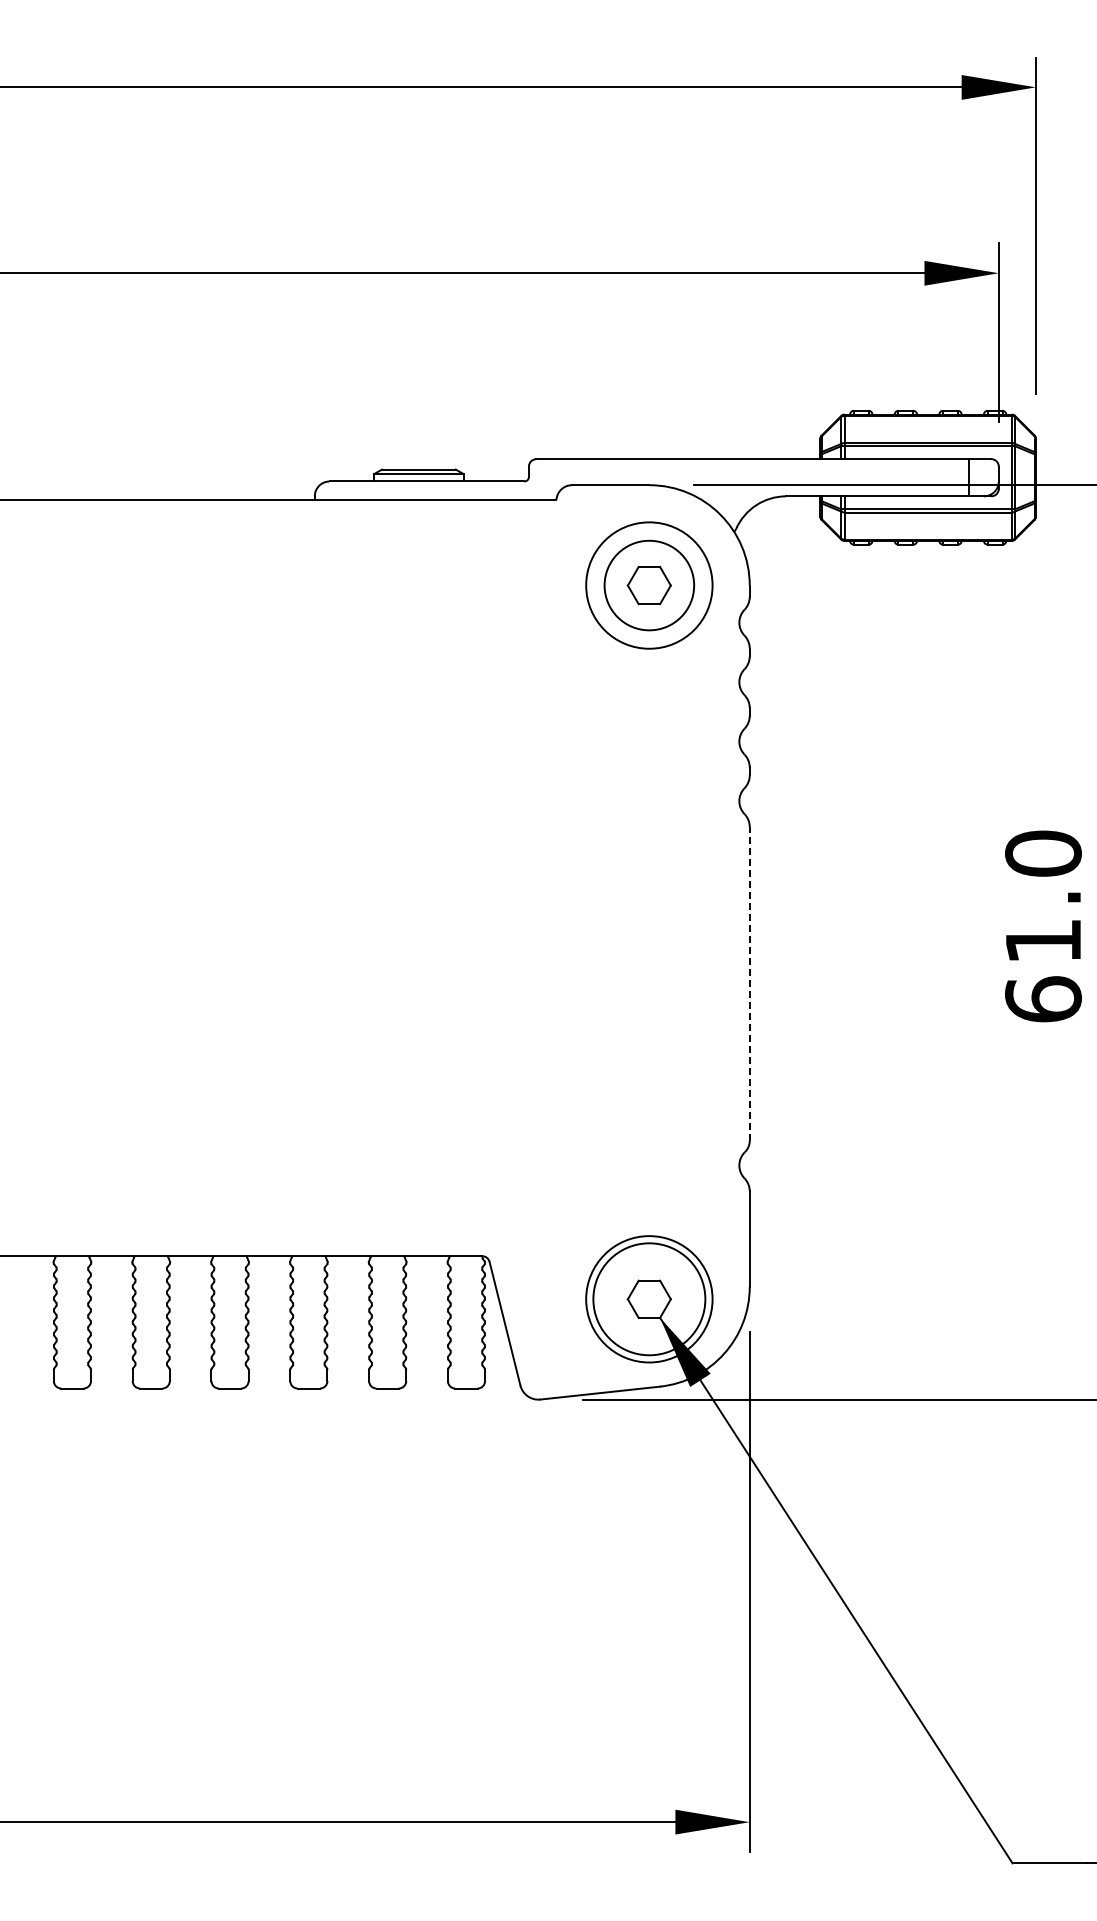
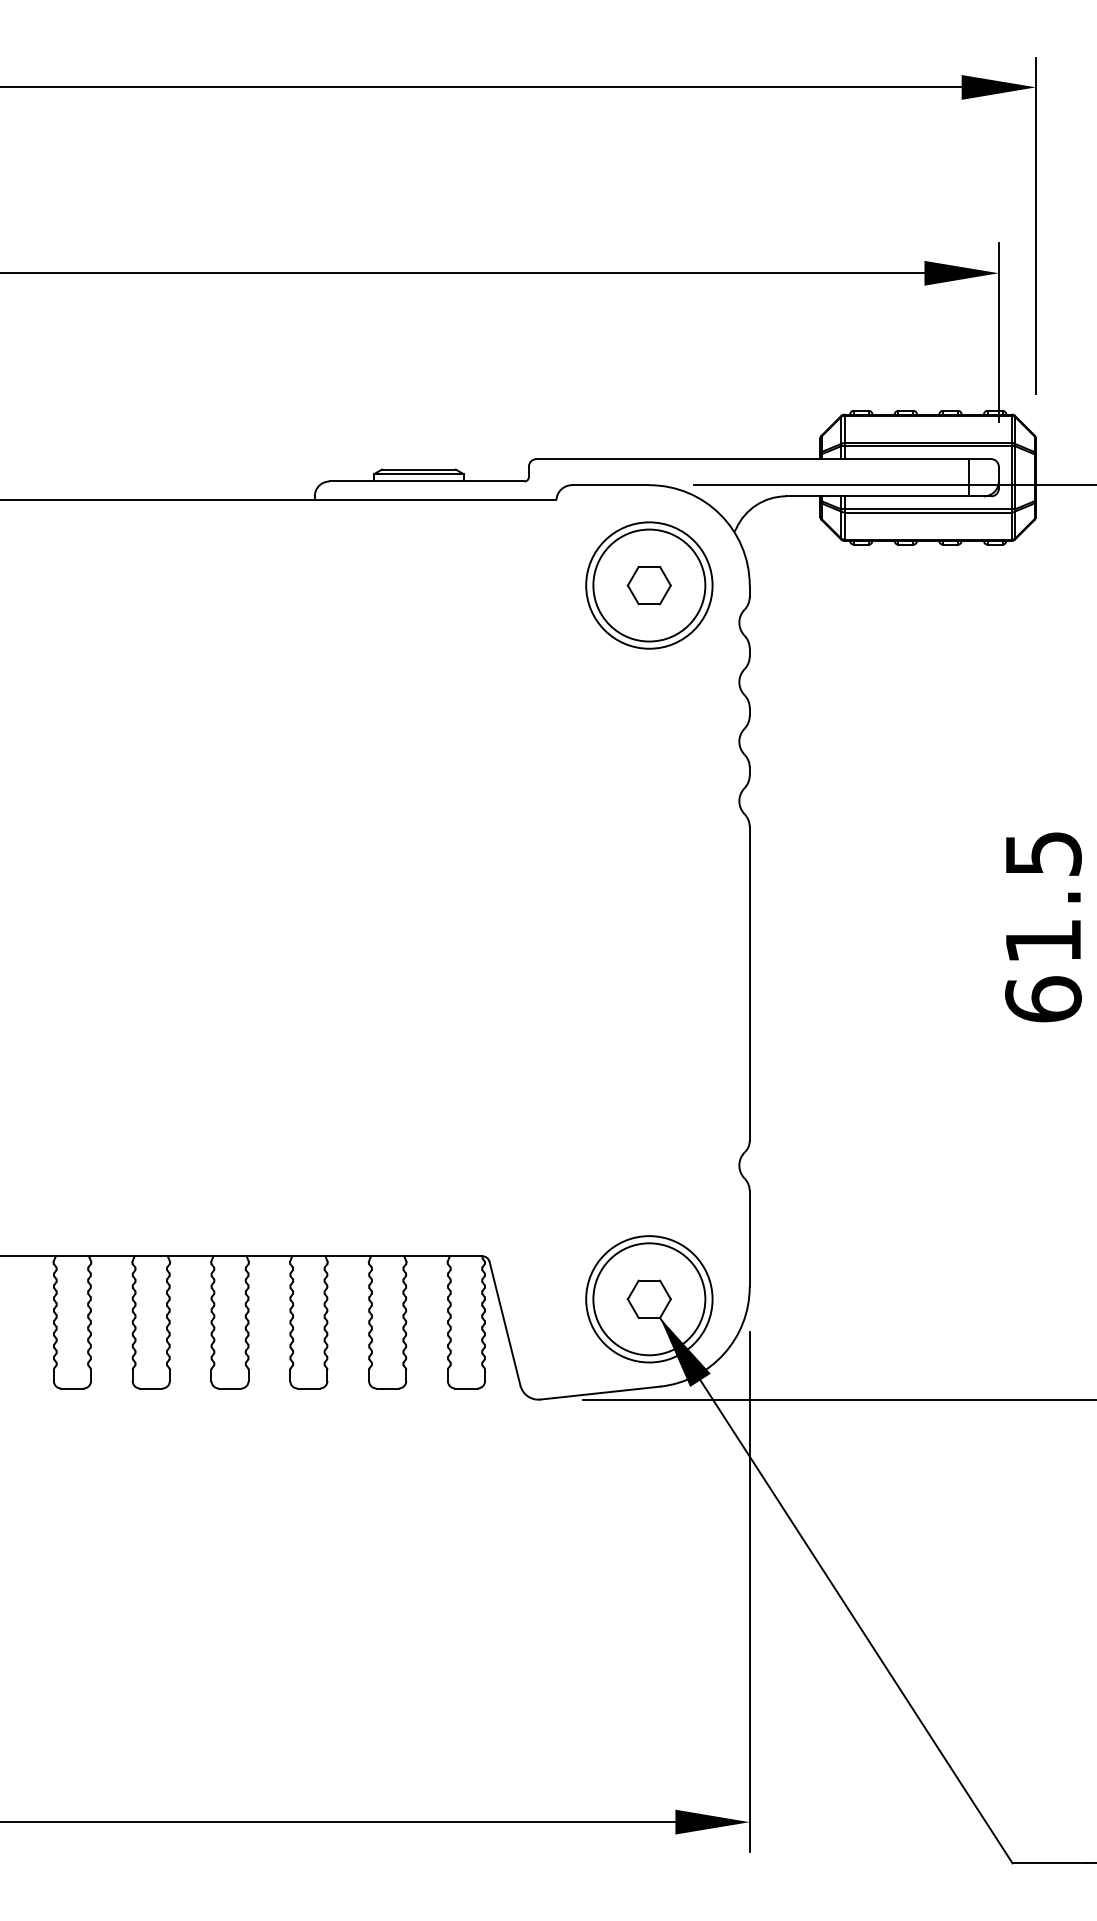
circle at (649, 585) diameter: 90 px -> 112 px
text at (1043, 853): 61.0 -> 61.5
line at (749, 983): dashed -> solid
